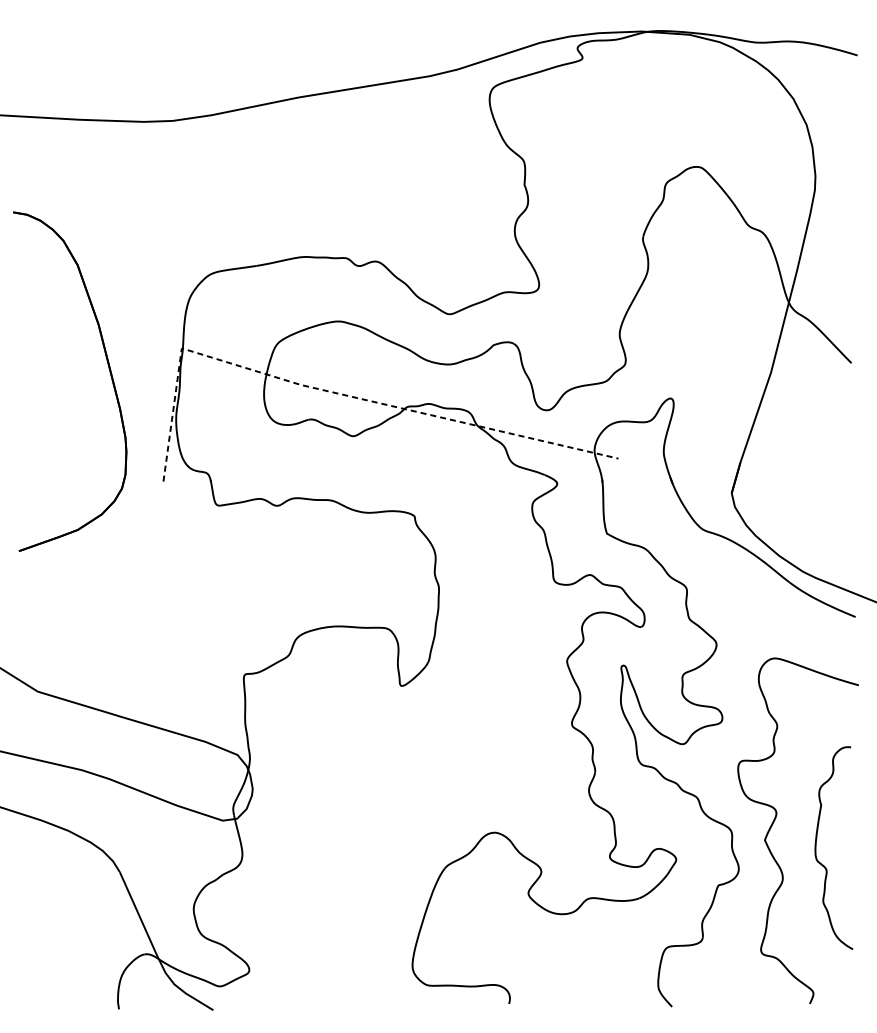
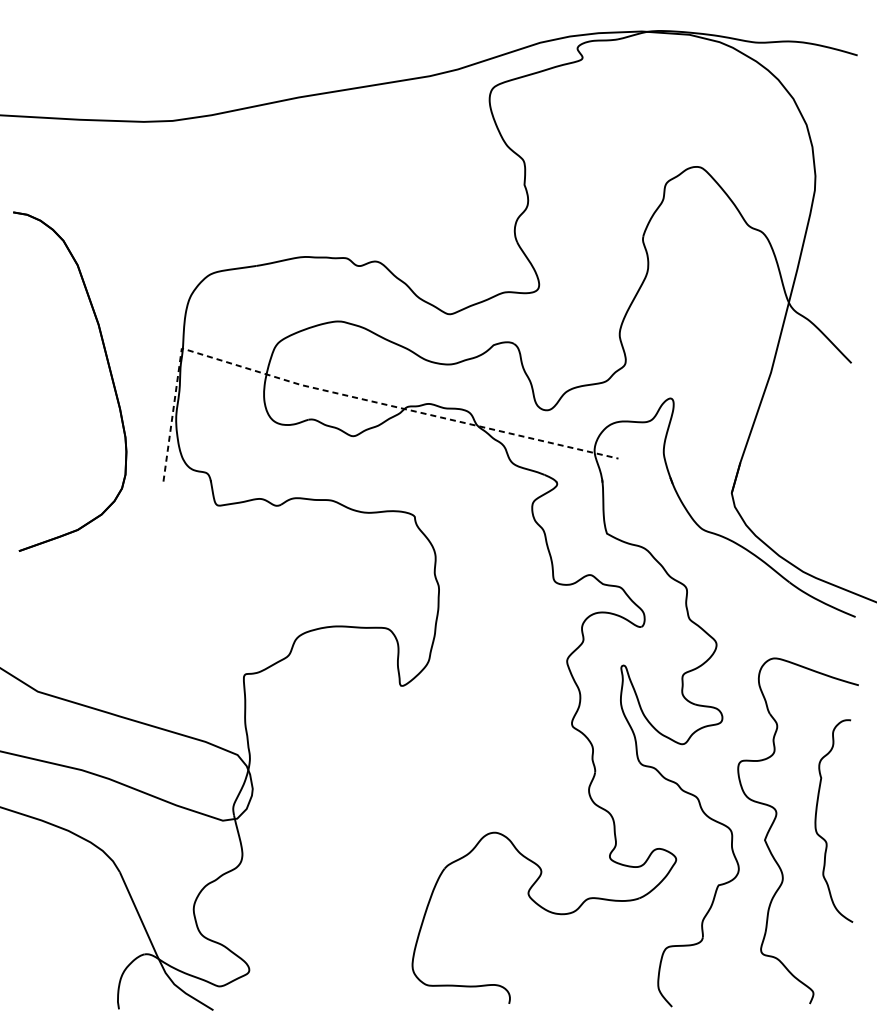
curve at (816, 847) position: (816, 847) -> (816, 820)
